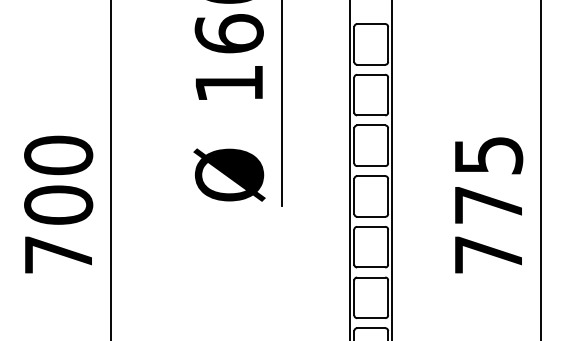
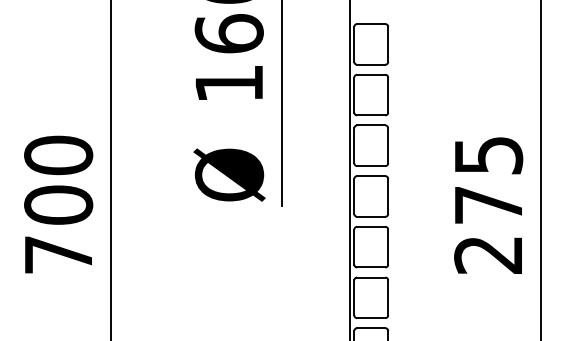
line at (392, 169): present -> none
text at (487, 254): 775 -> 275
